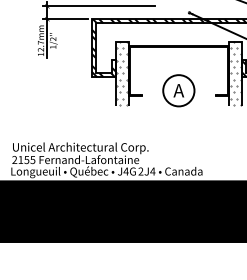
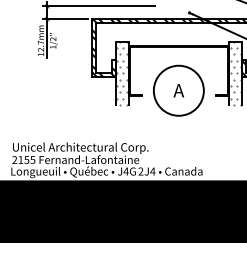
circle at (178, 90) diameter: 31 px -> 50 px
